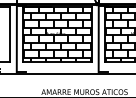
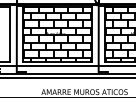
line at (67, 65): none -> present
line at (67, 78): none -> present
